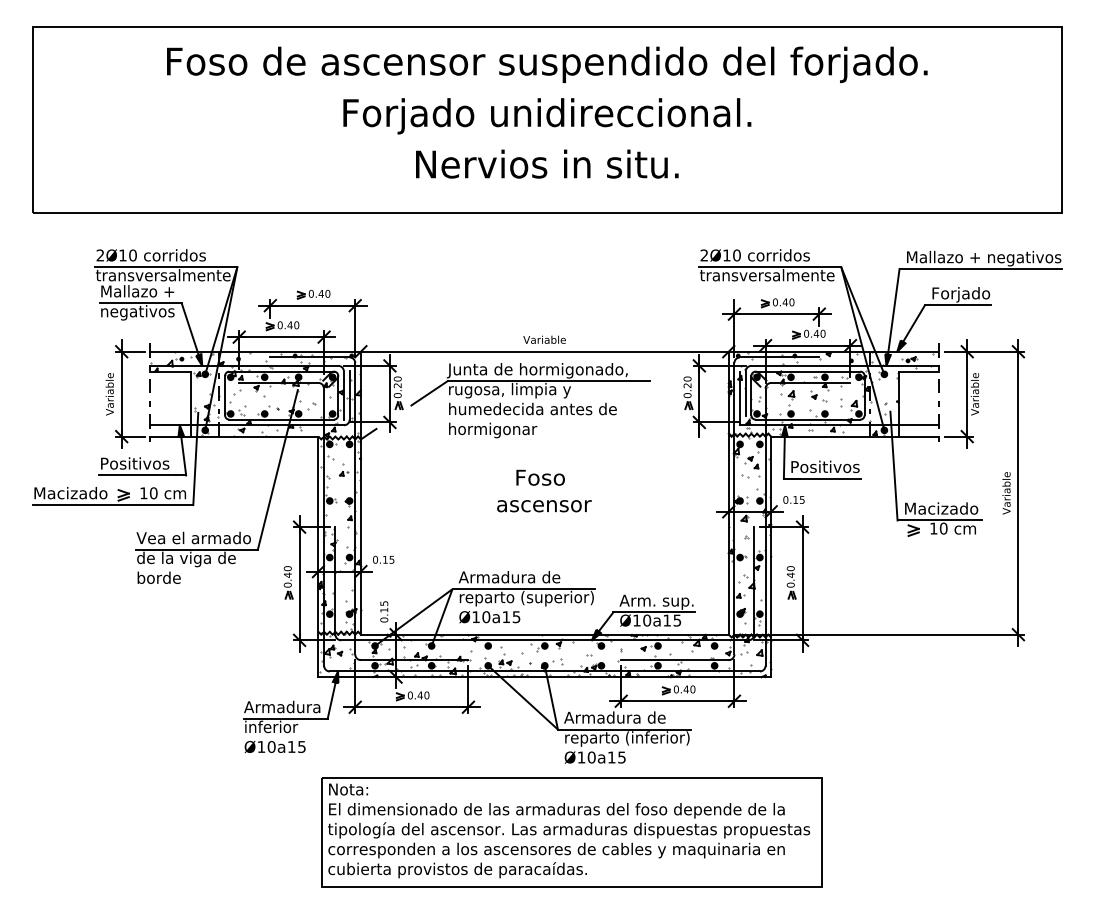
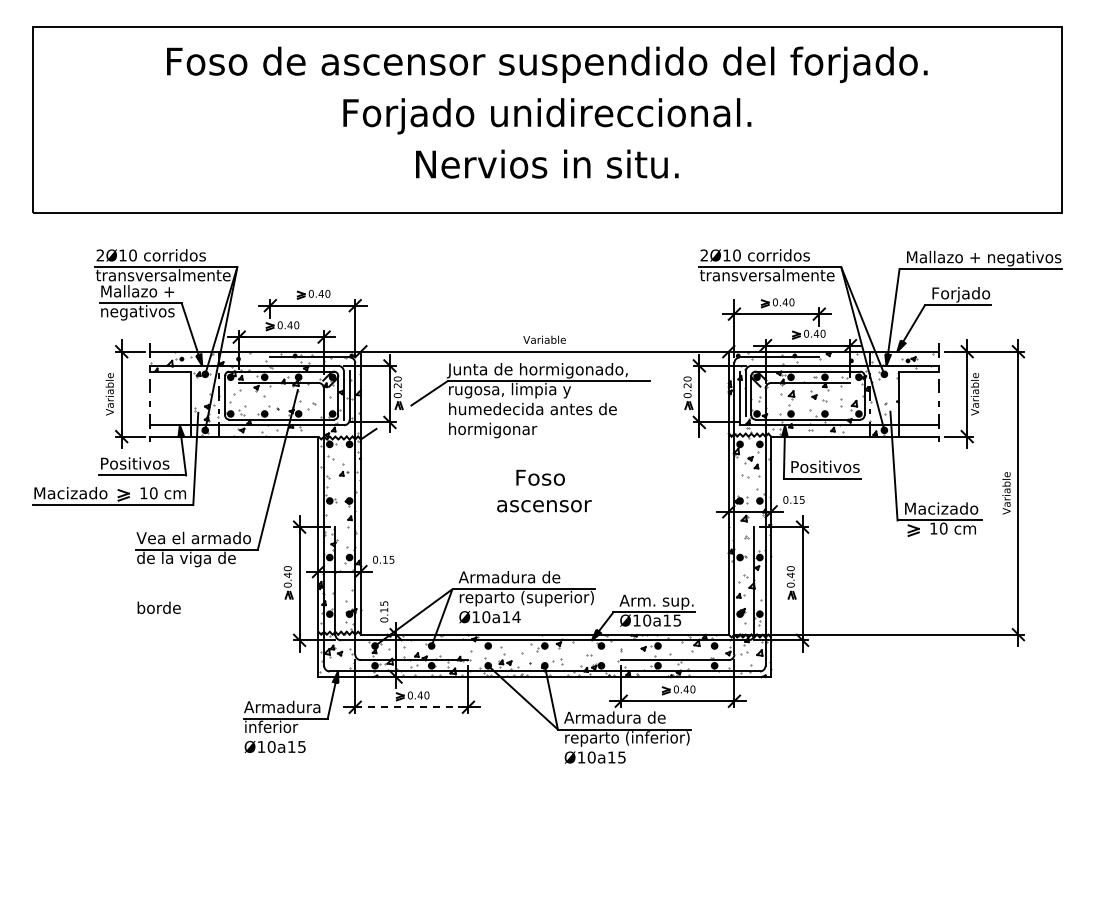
text at (158, 577) position: (158, 577) -> (158, 607)
text at (516, 617): Ø10a15 -> Ø10a14
line at (411, 707): solid -> dashed
part at (571, 832): present -> none
